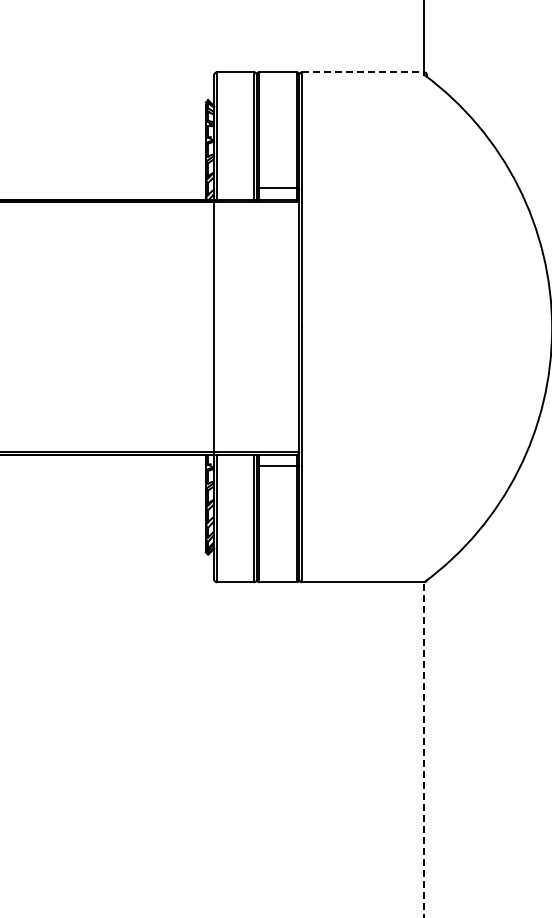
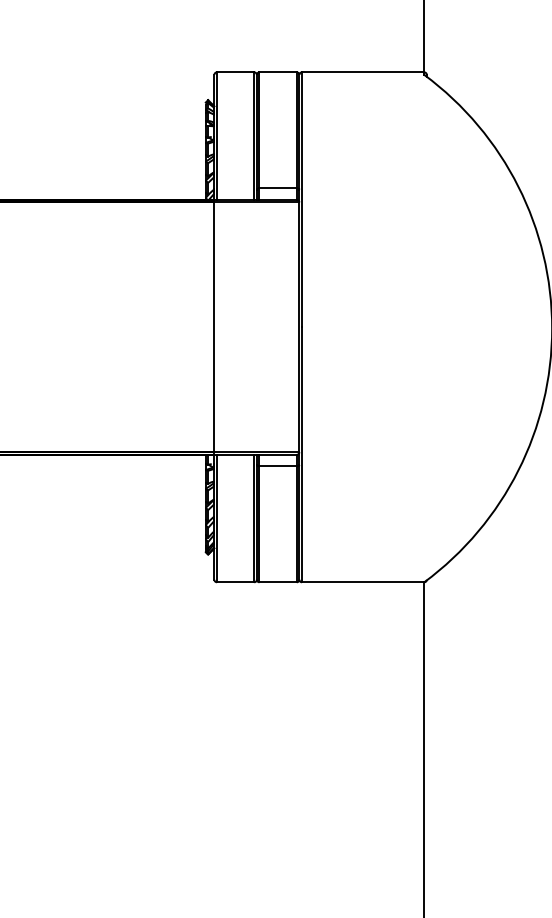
line at (363, 72): dashed -> solid
line at (424, 749): dashed -> solid
